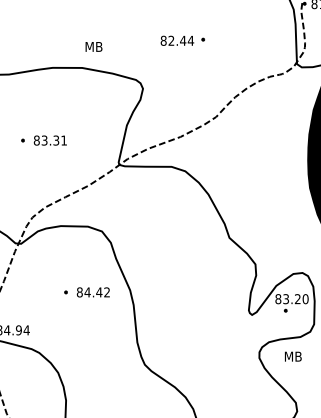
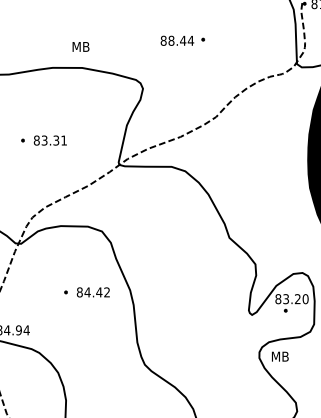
text at (171, 40): 82.44 -> 88.44
text at (93, 46) position: (93, 46) -> (80, 46)
text at (293, 356) position: (293, 356) -> (280, 356)
